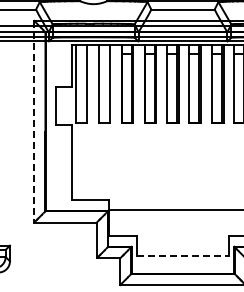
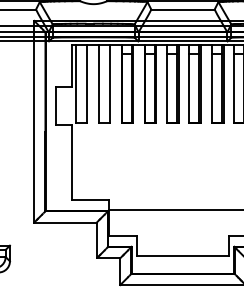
line at (34, 121): dashed -> solid
line at (183, 255): dashed -> solid
